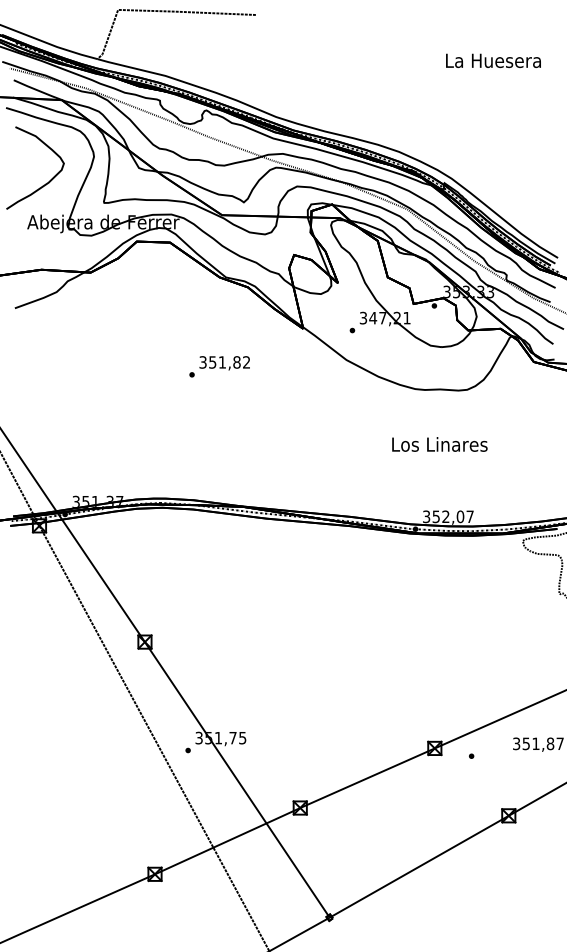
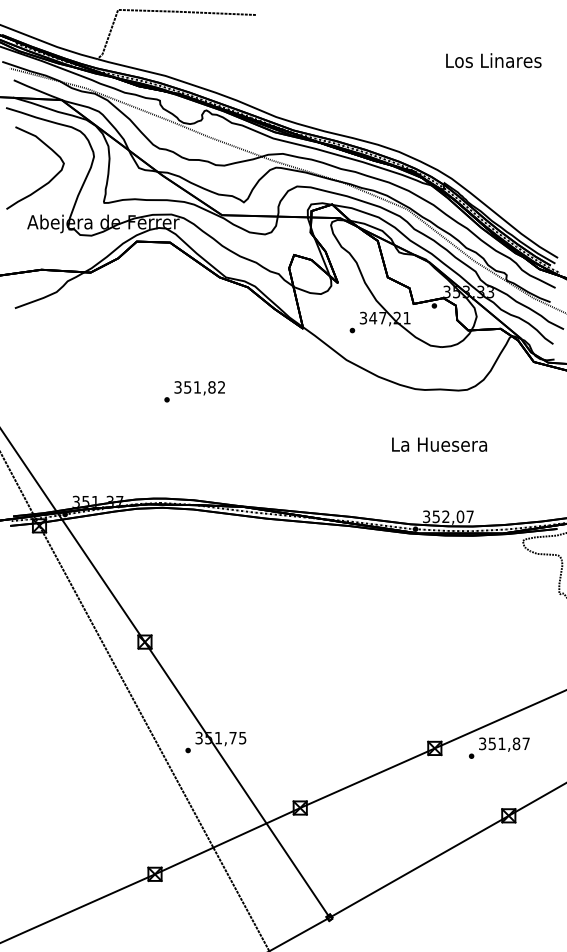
text at (493, 60): La Huesera -> Los Linares
text at (219, 366) position: (219, 366) -> (194, 391)
text at (439, 444): Los Linares -> La Huesera
text at (538, 744) position: (538, 744) -> (504, 744)
